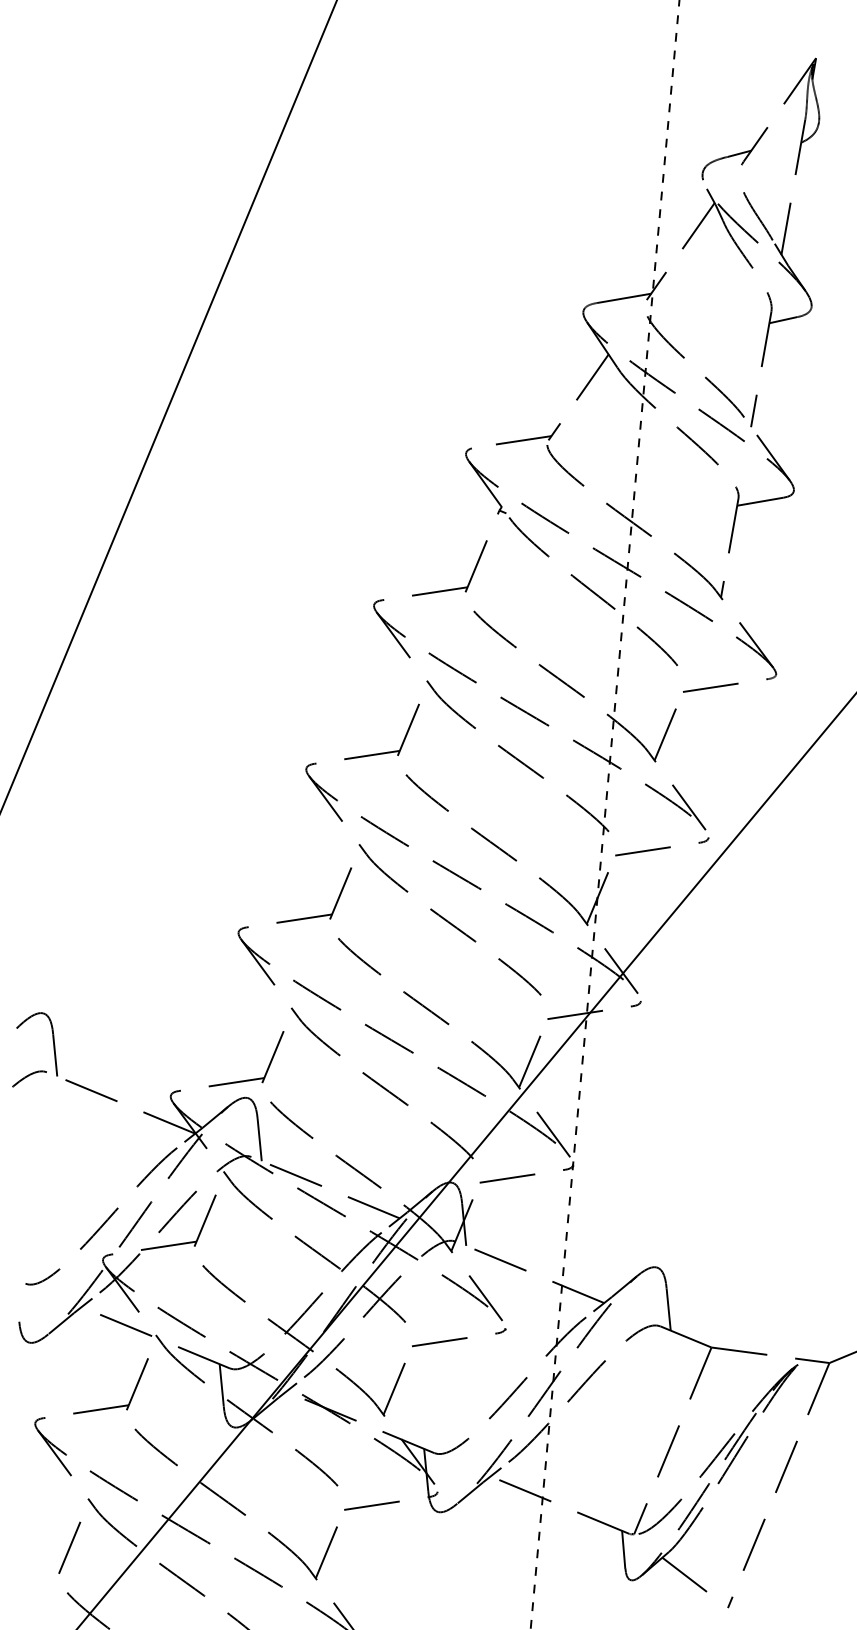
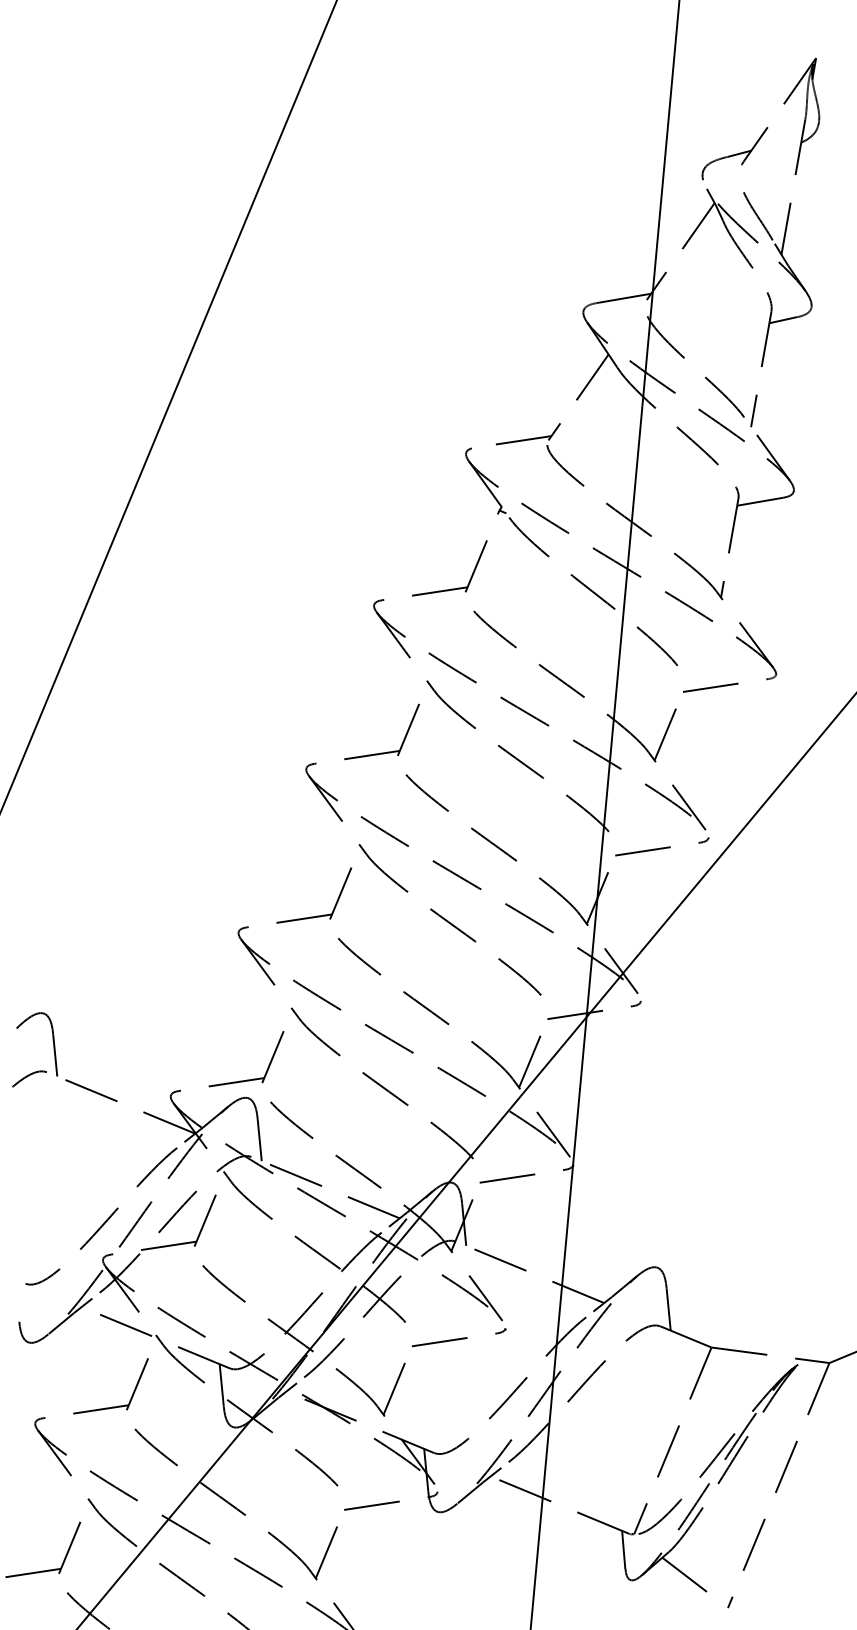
line at (605, 814): dashed -> solid
line at (31, 1572): none -> present
